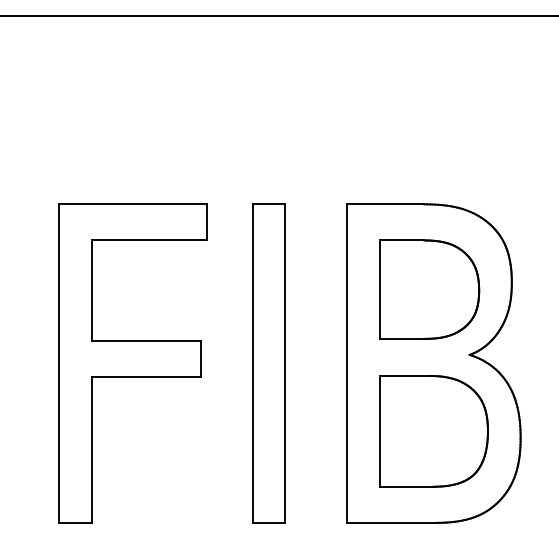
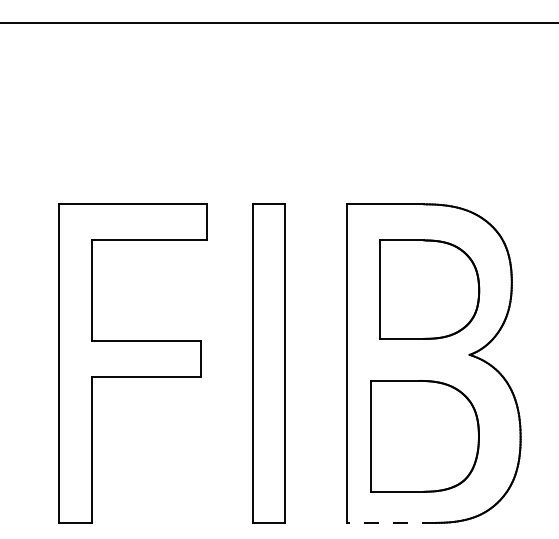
line at (278, 16) position: (278, 16) -> (278, 23)
part at (433, 431) position: (433, 431) -> (424, 436)
line at (391, 522): solid -> dashed
